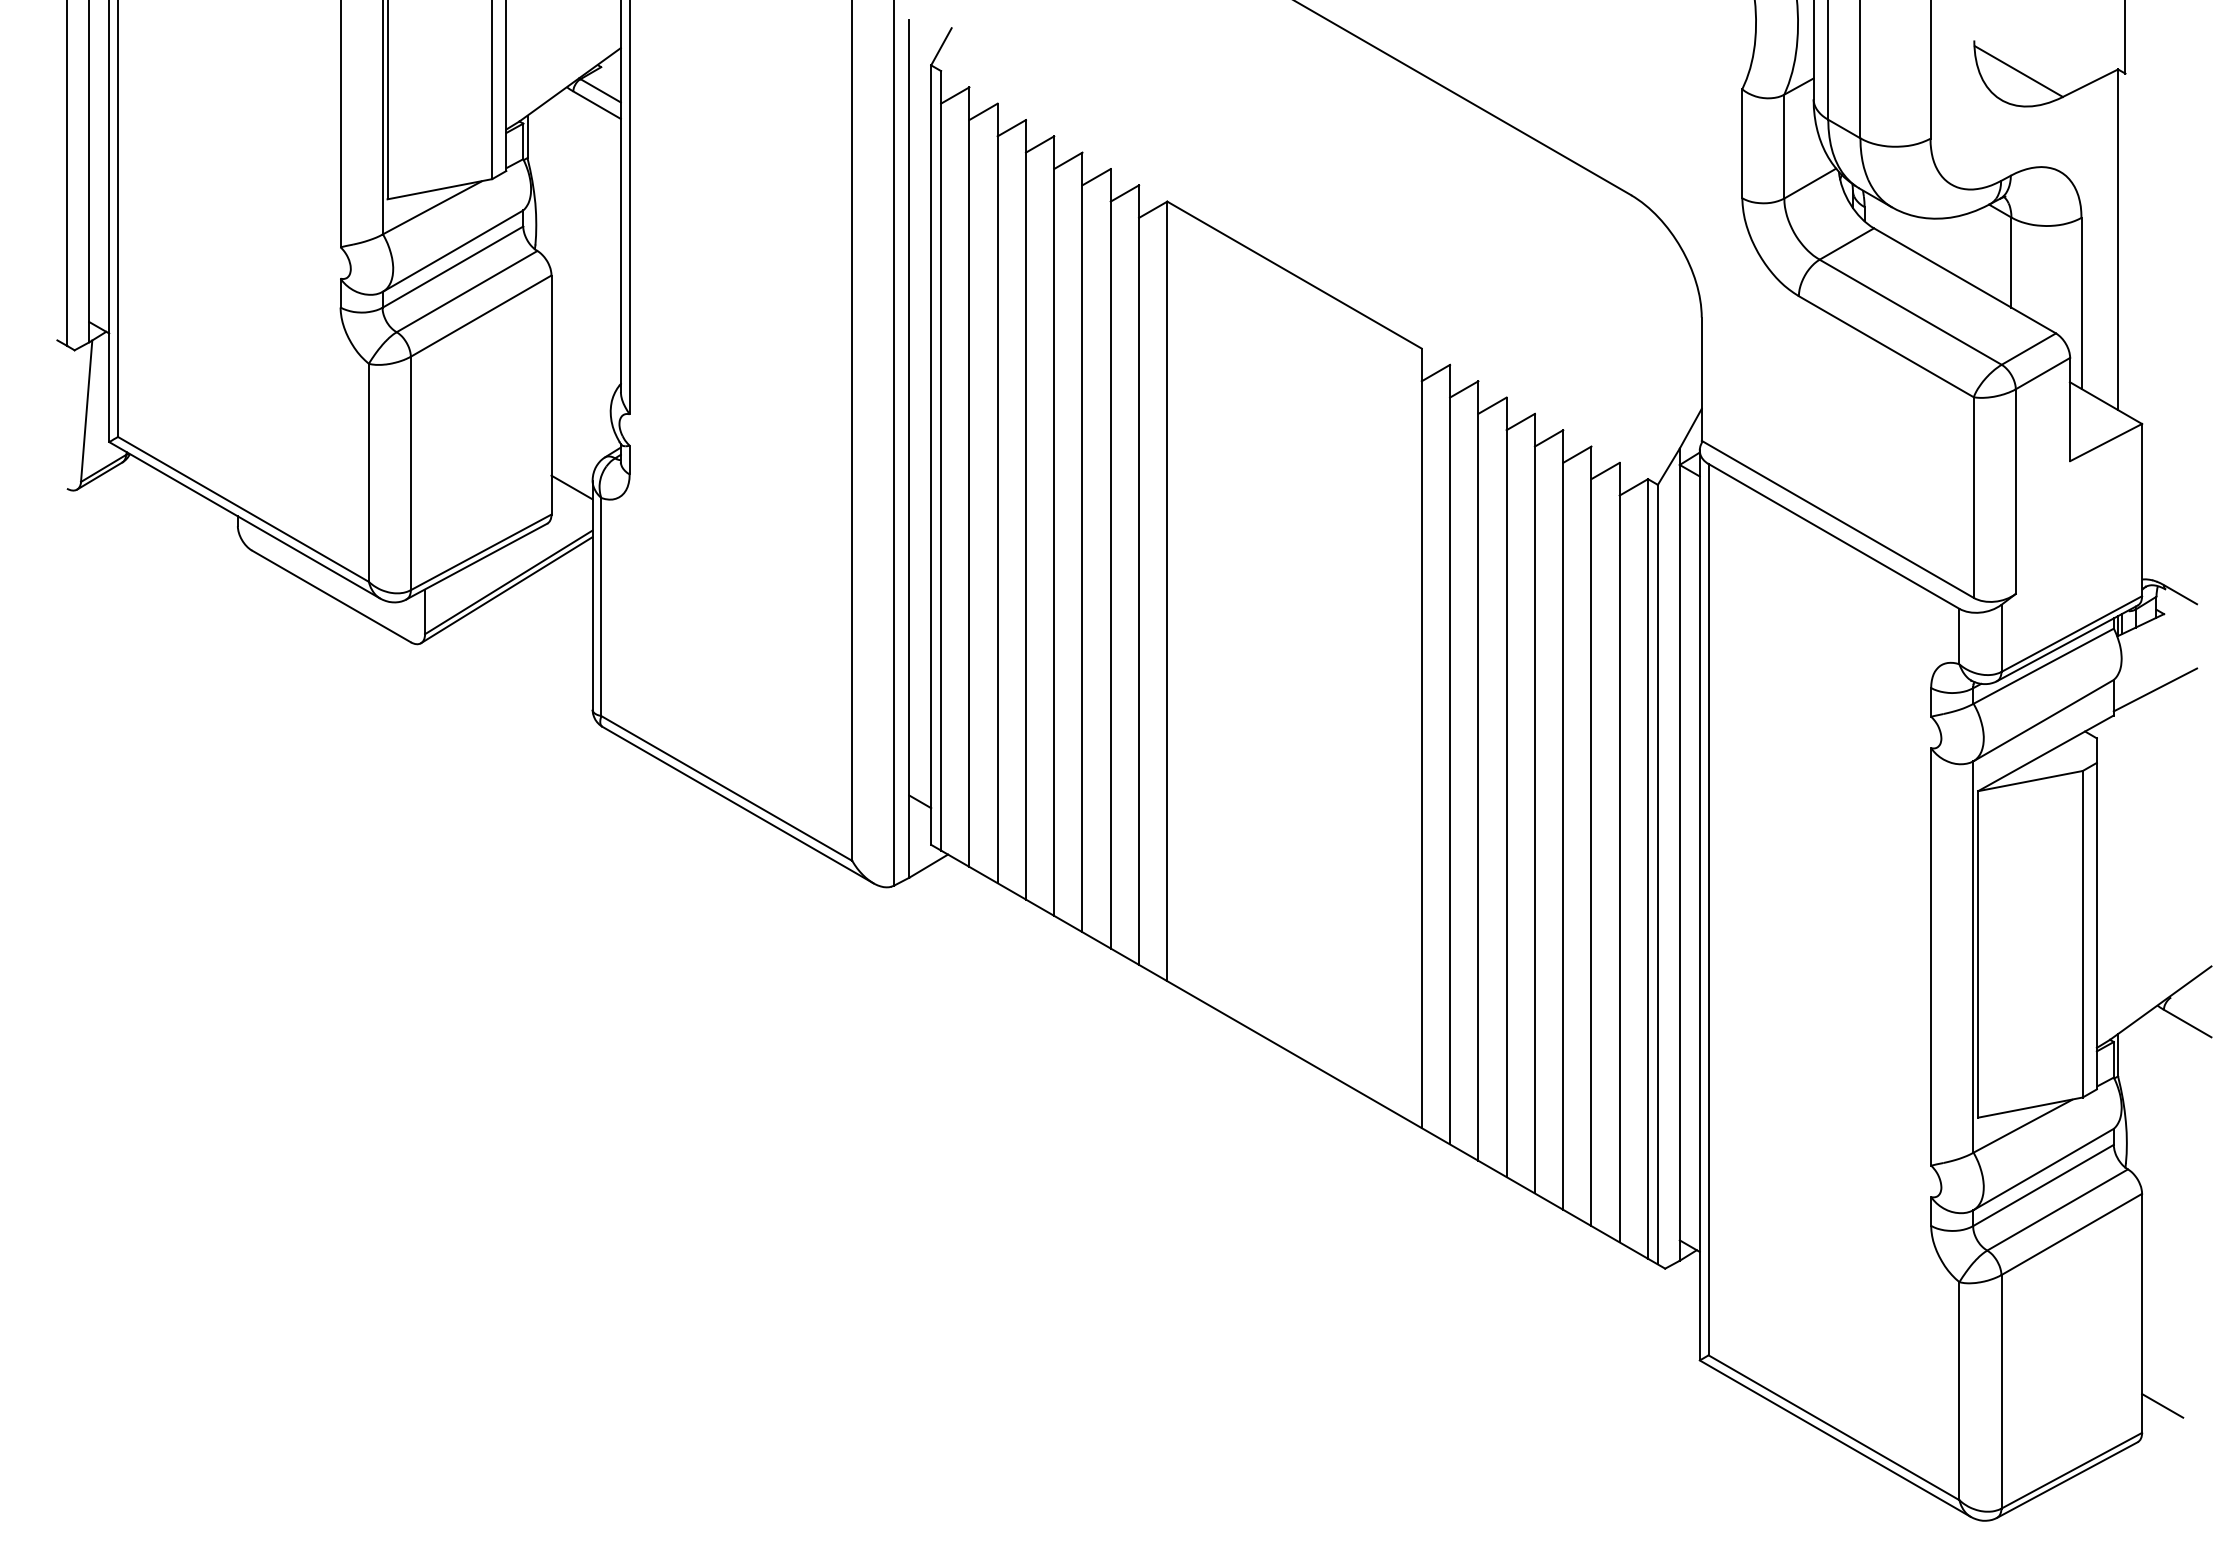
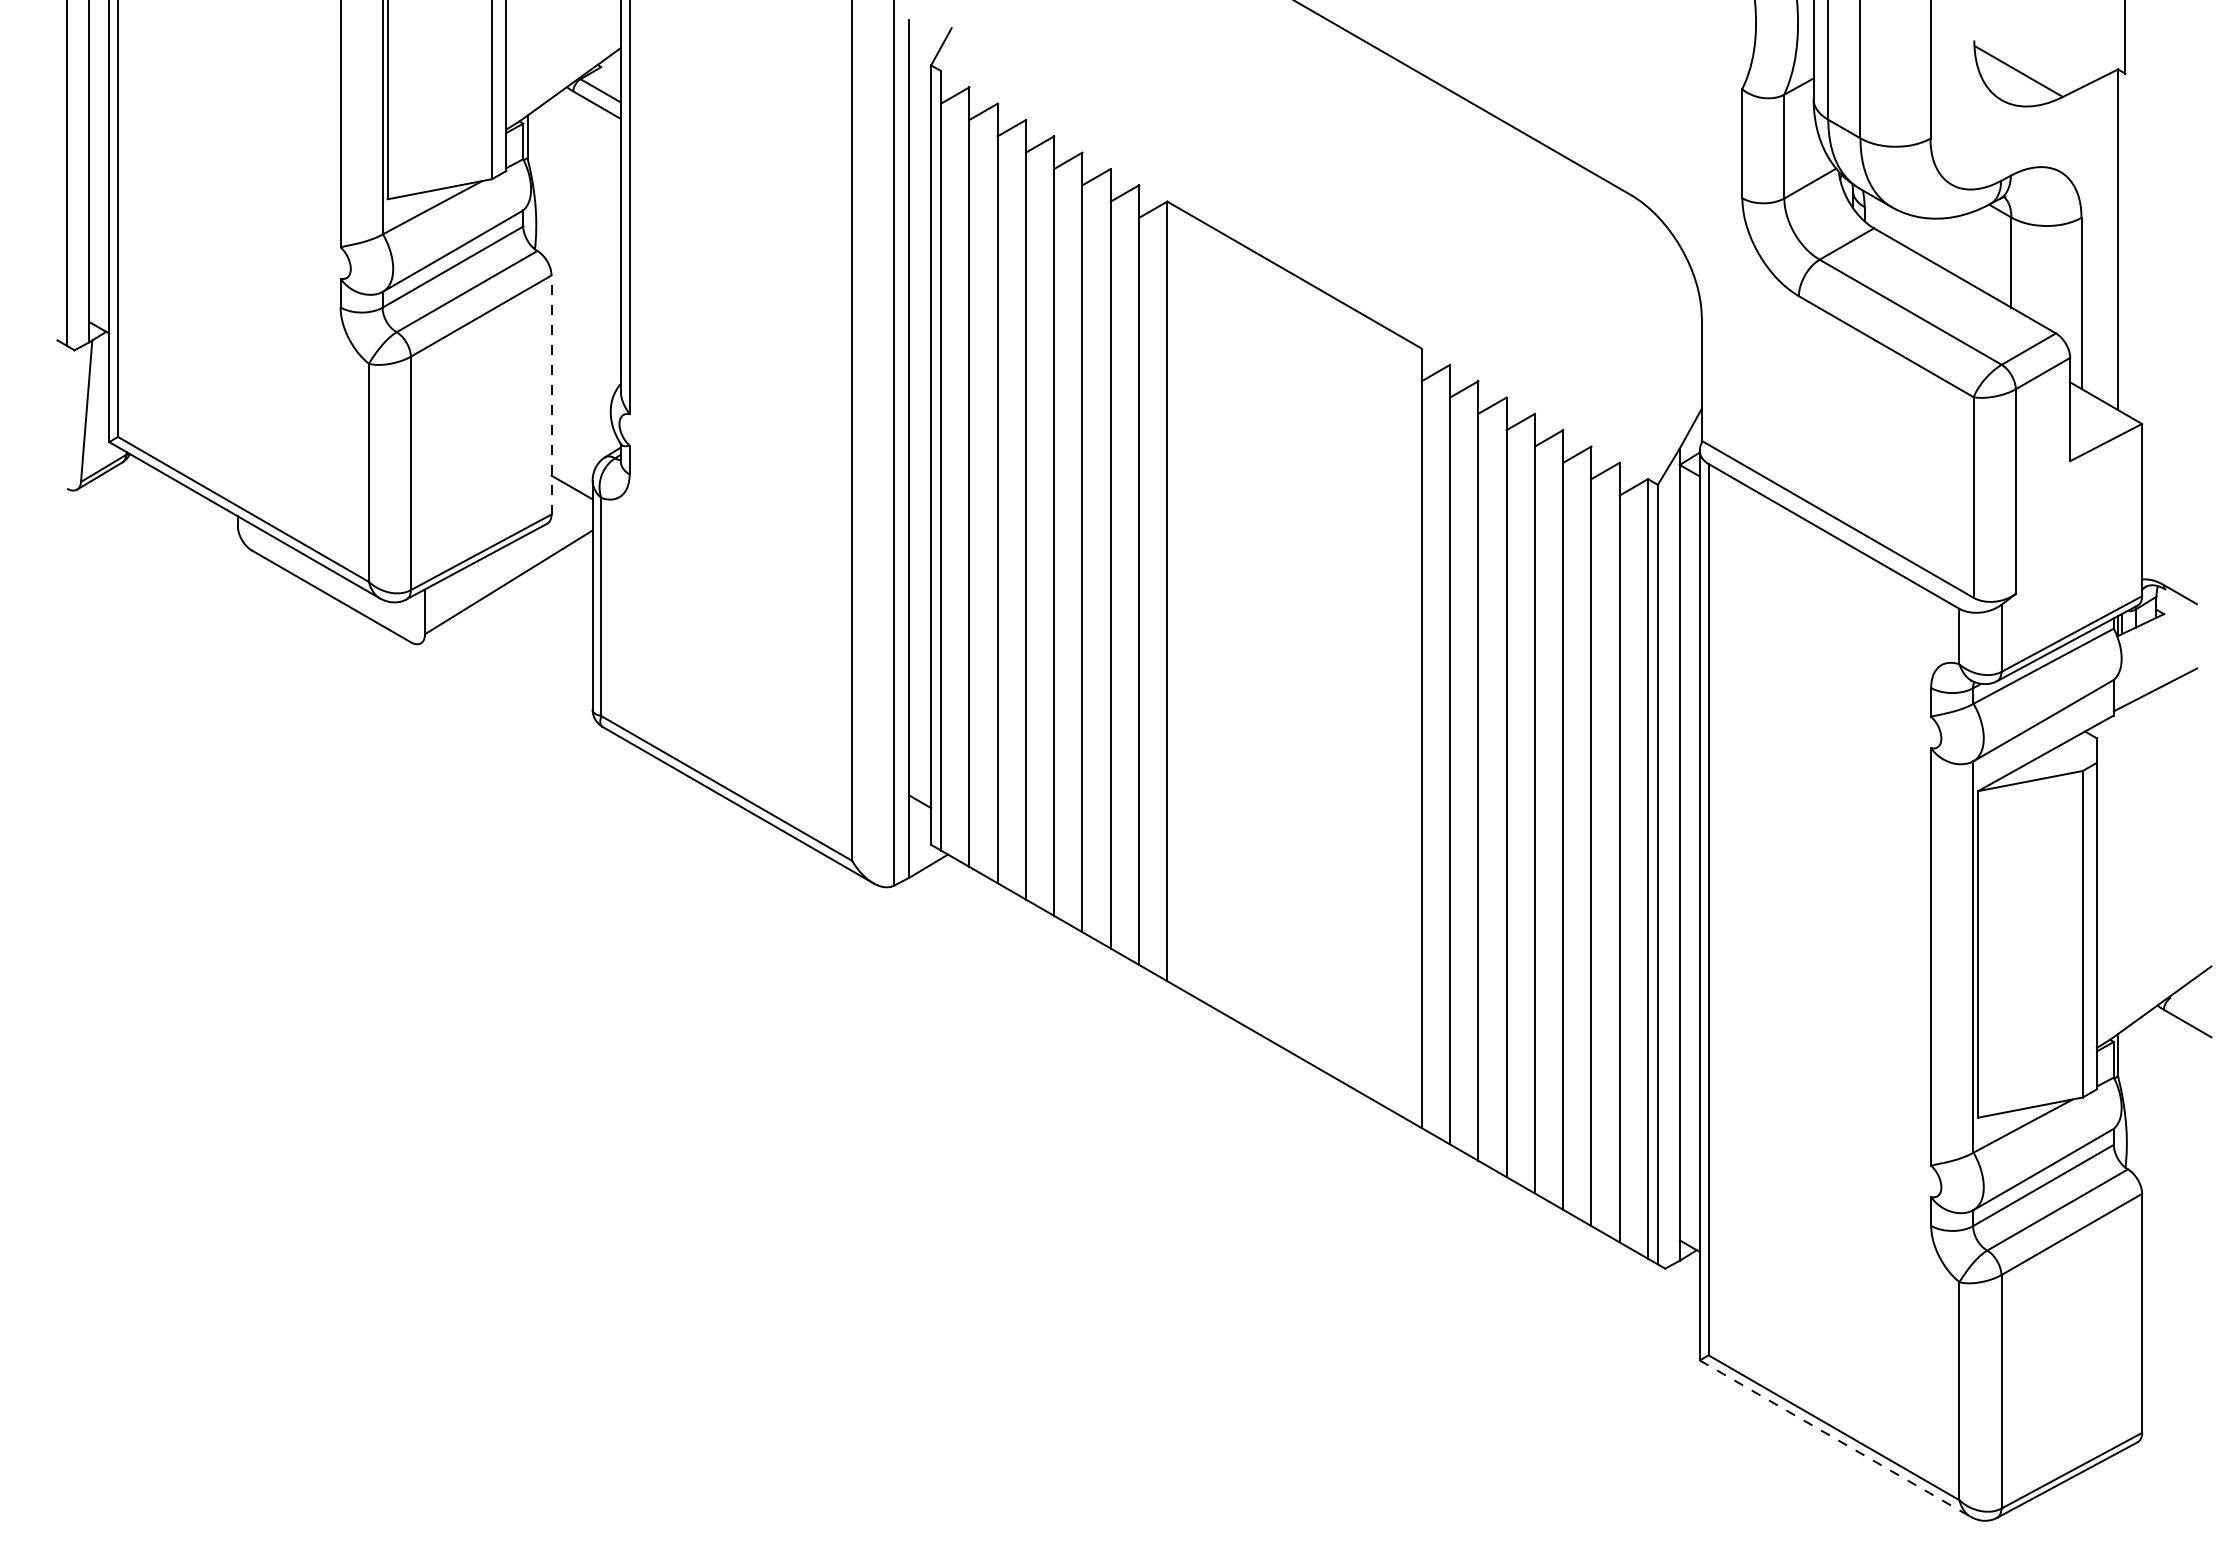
line at (551, 395): solid -> dashed
line at (506, 590): present -> none
line at (2162, 1405): present -> none
line at (1835, 1438): solid -> dashed
